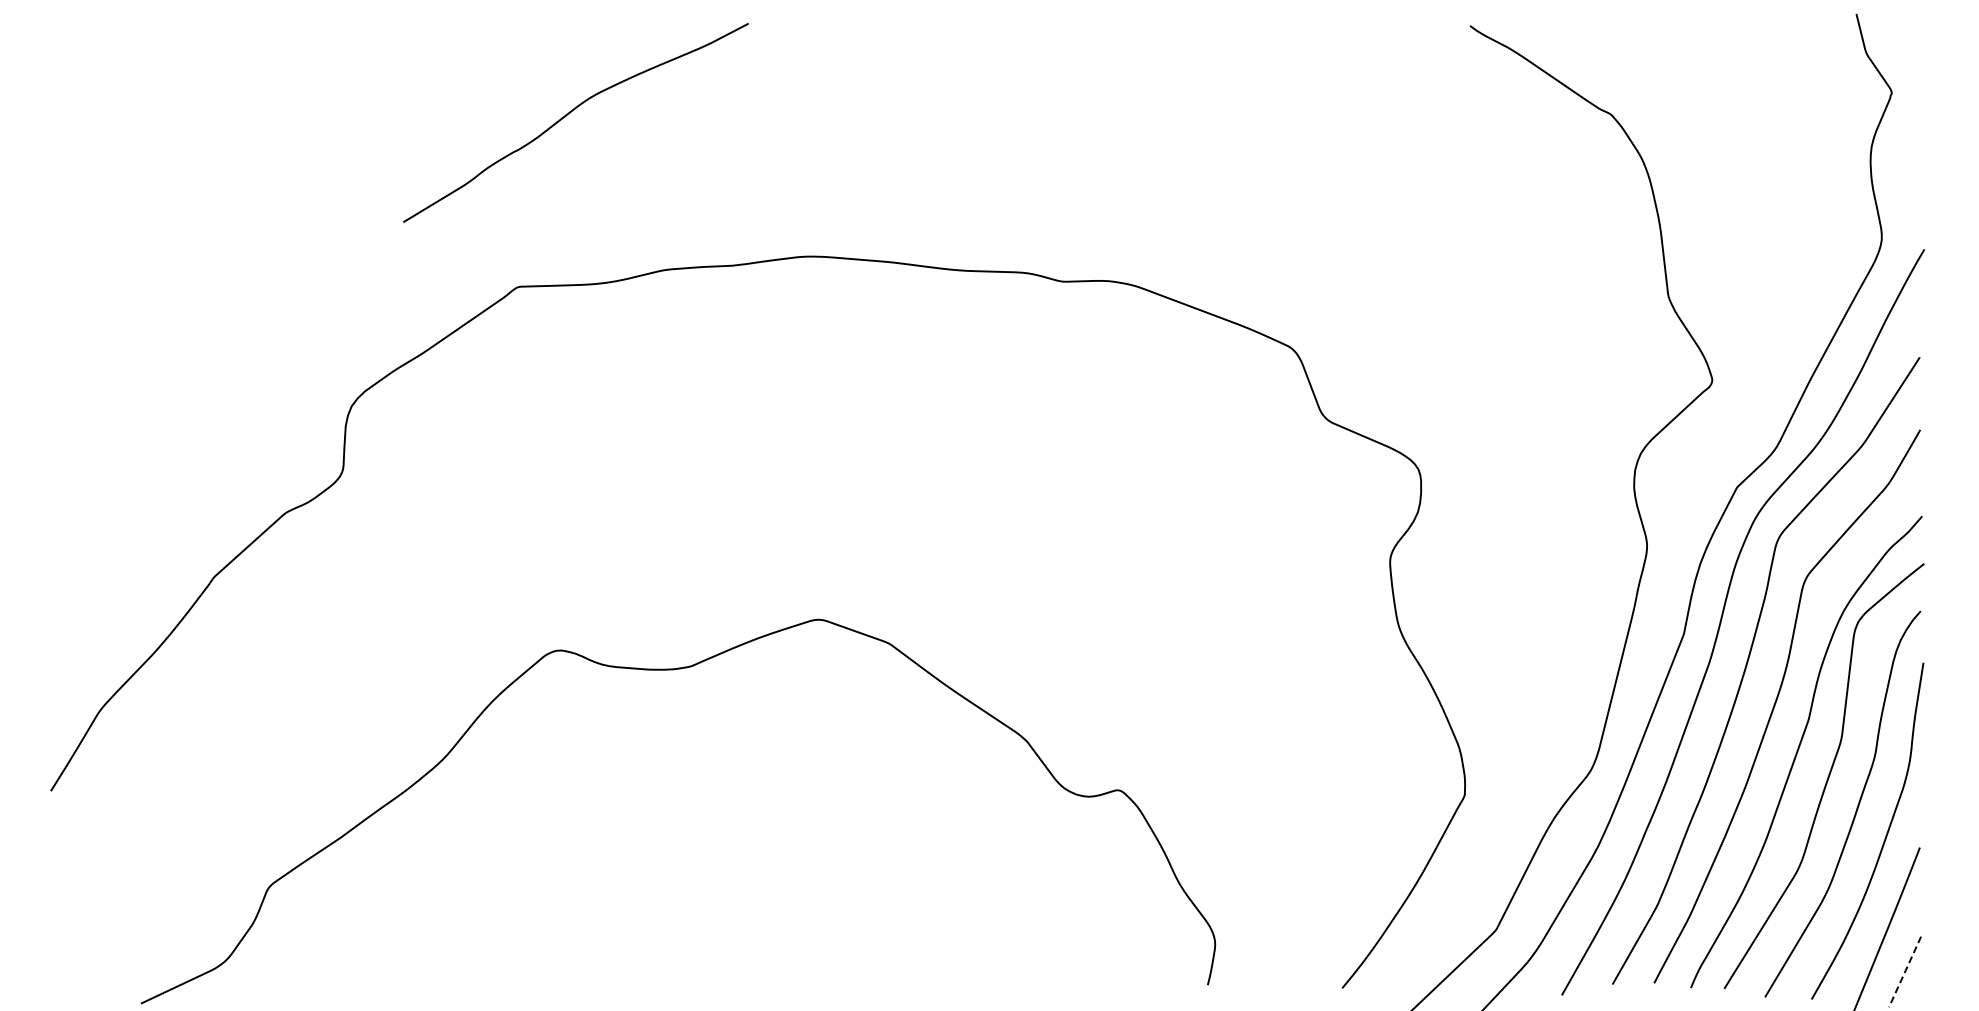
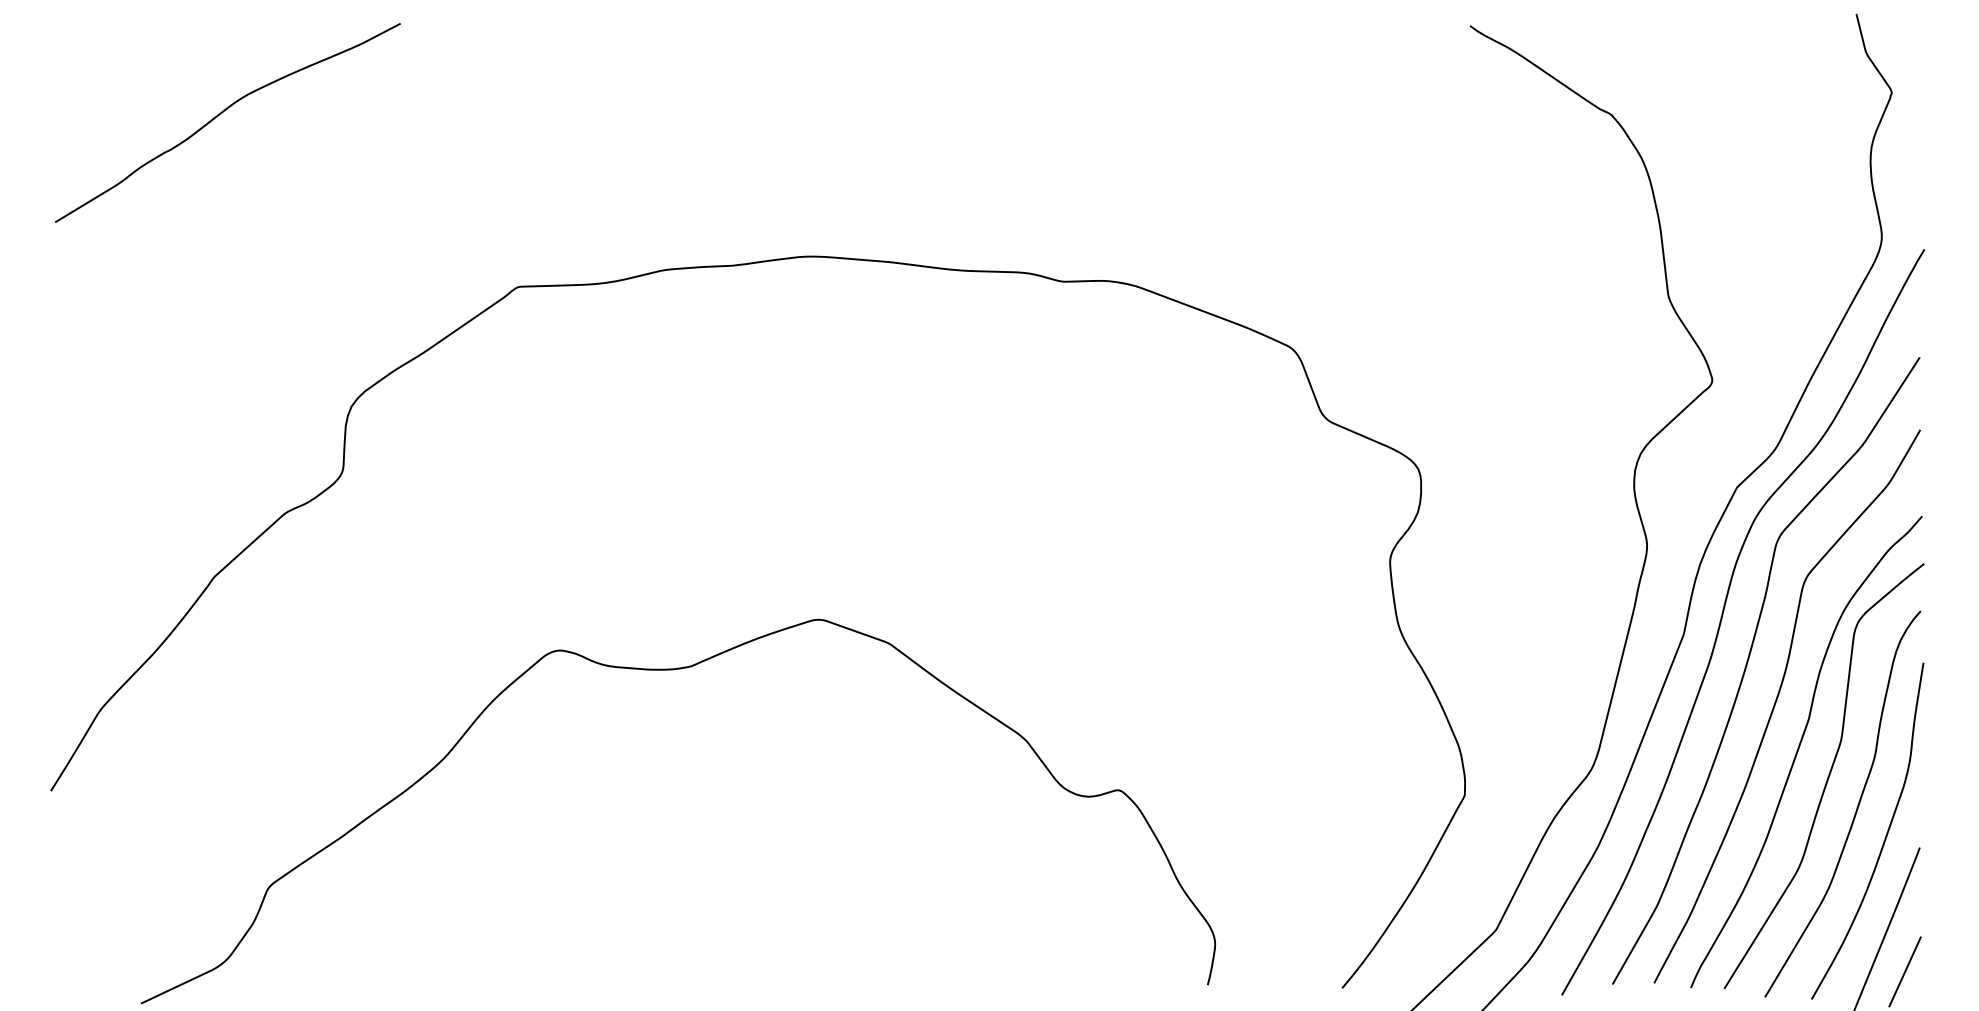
curve at (569, 114) position: (569, 114) -> (221, 114)
line at (1905, 971): dashed -> solid
